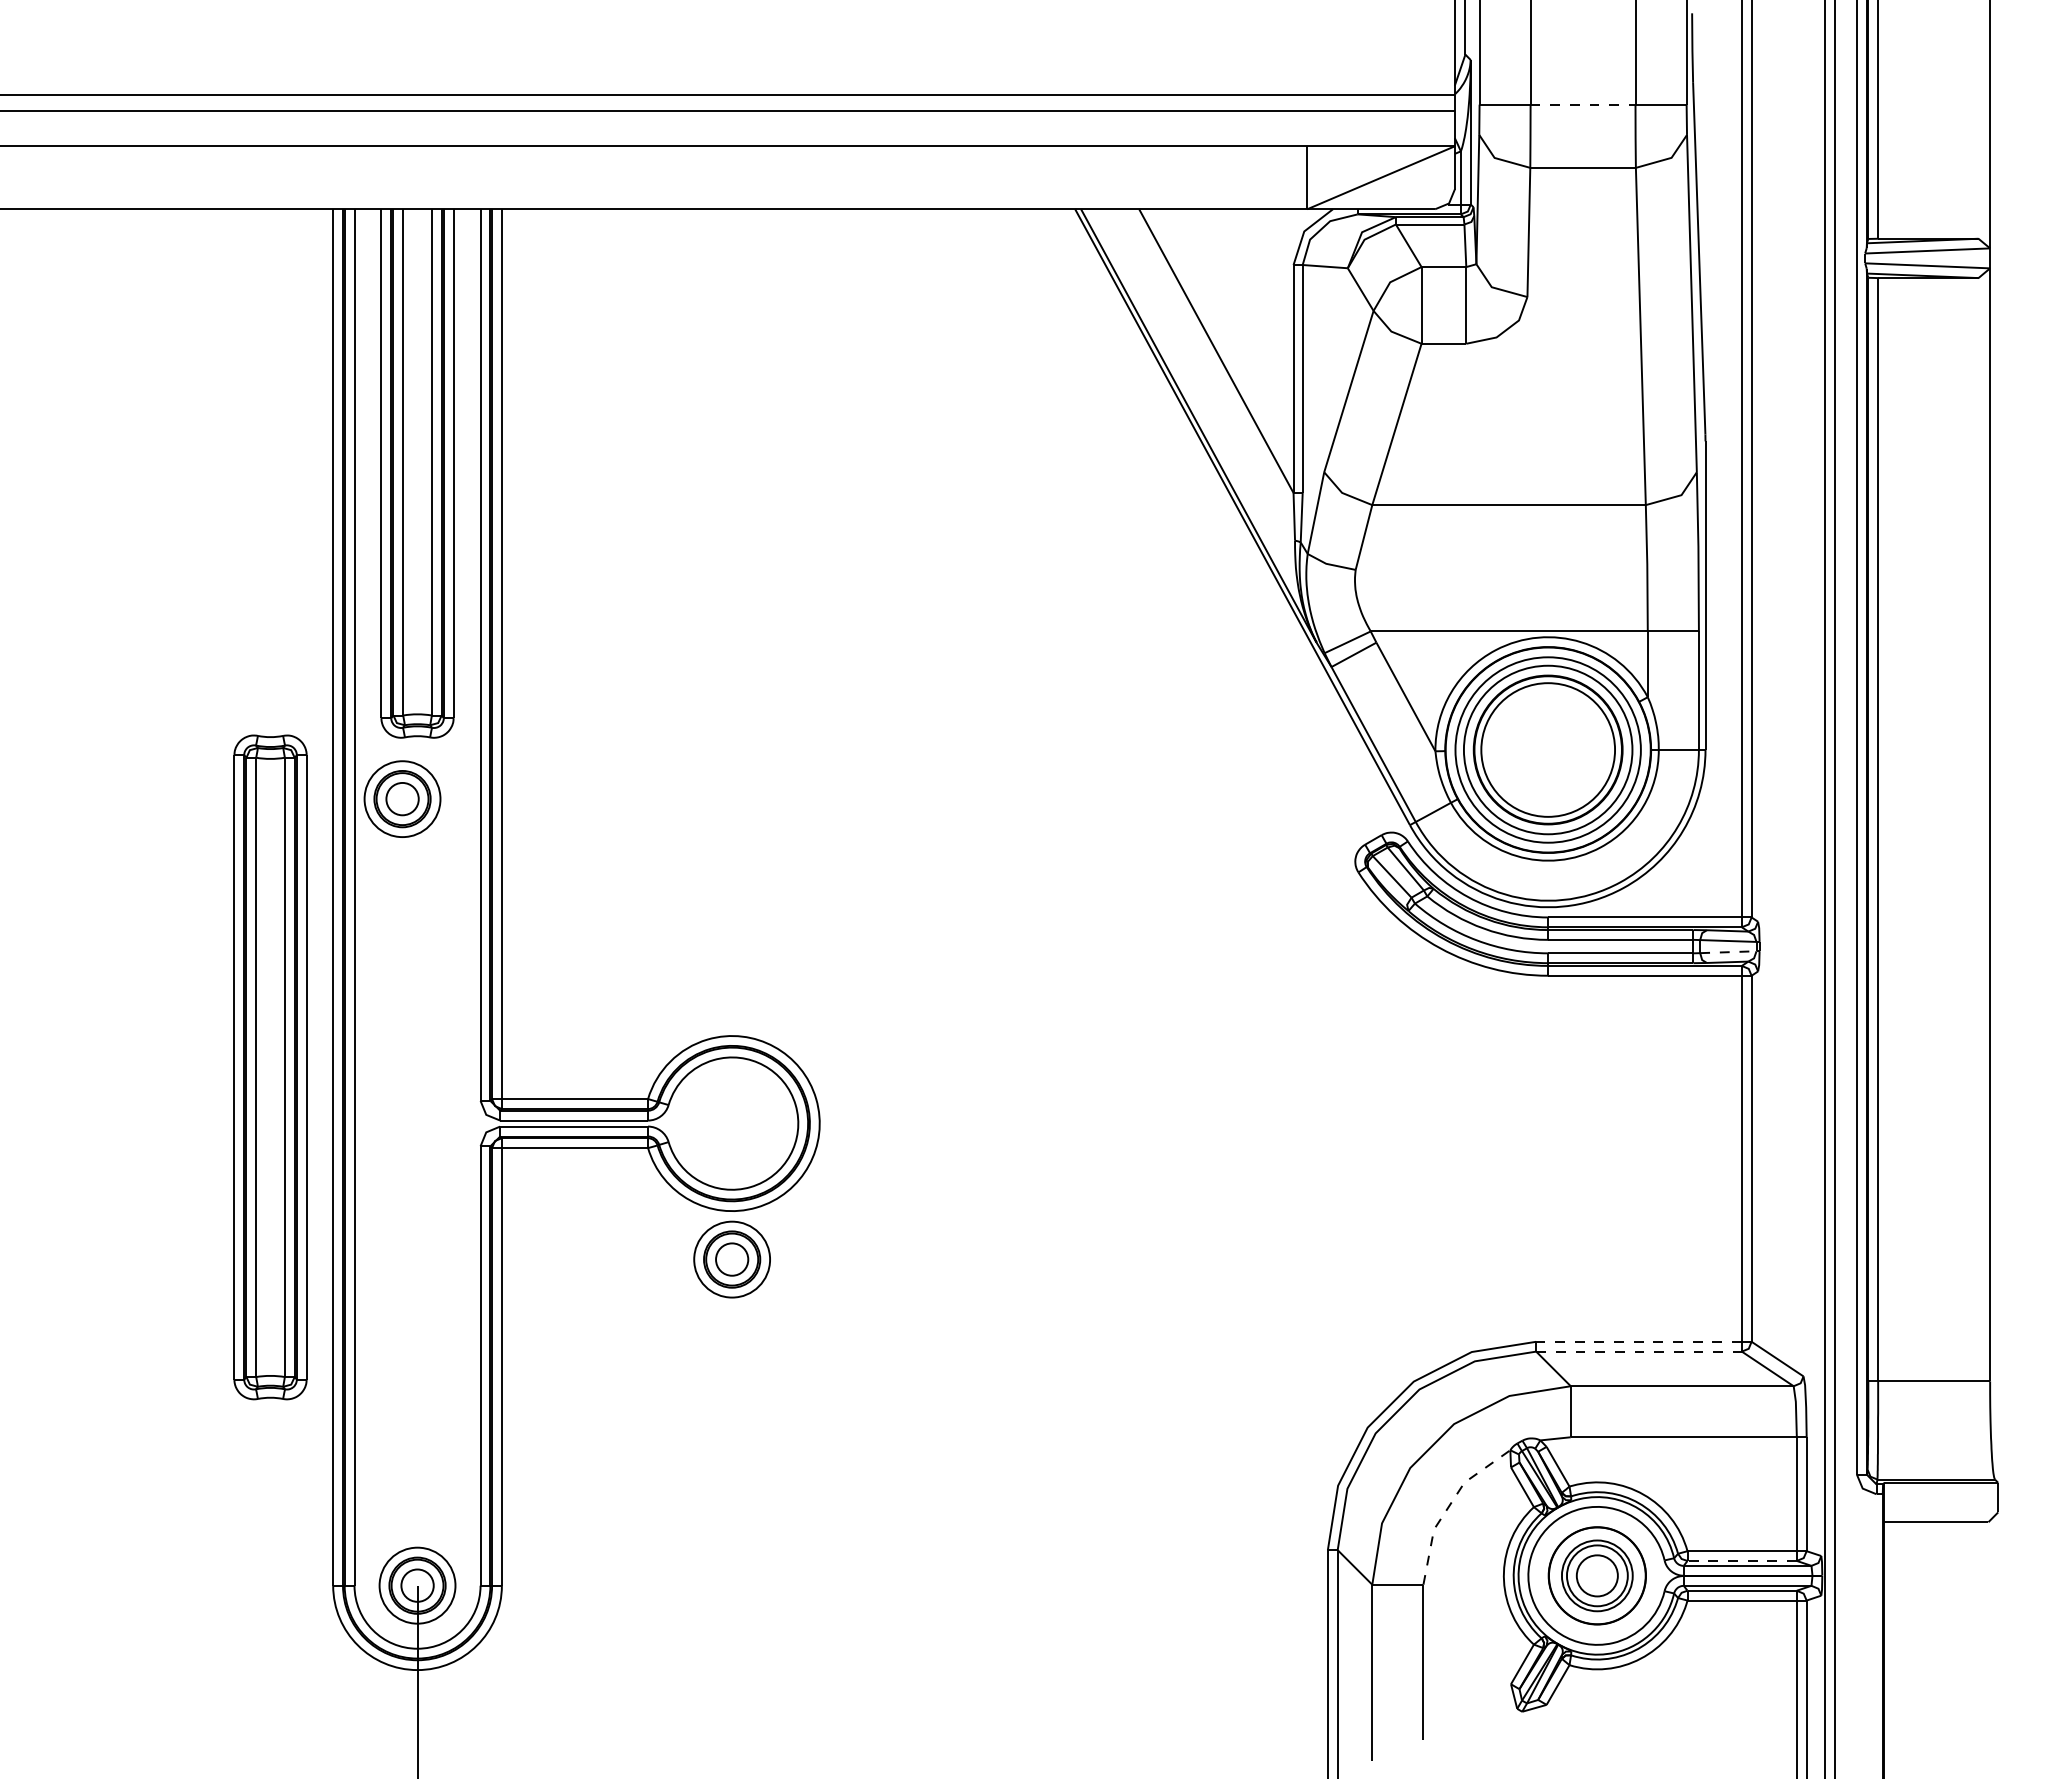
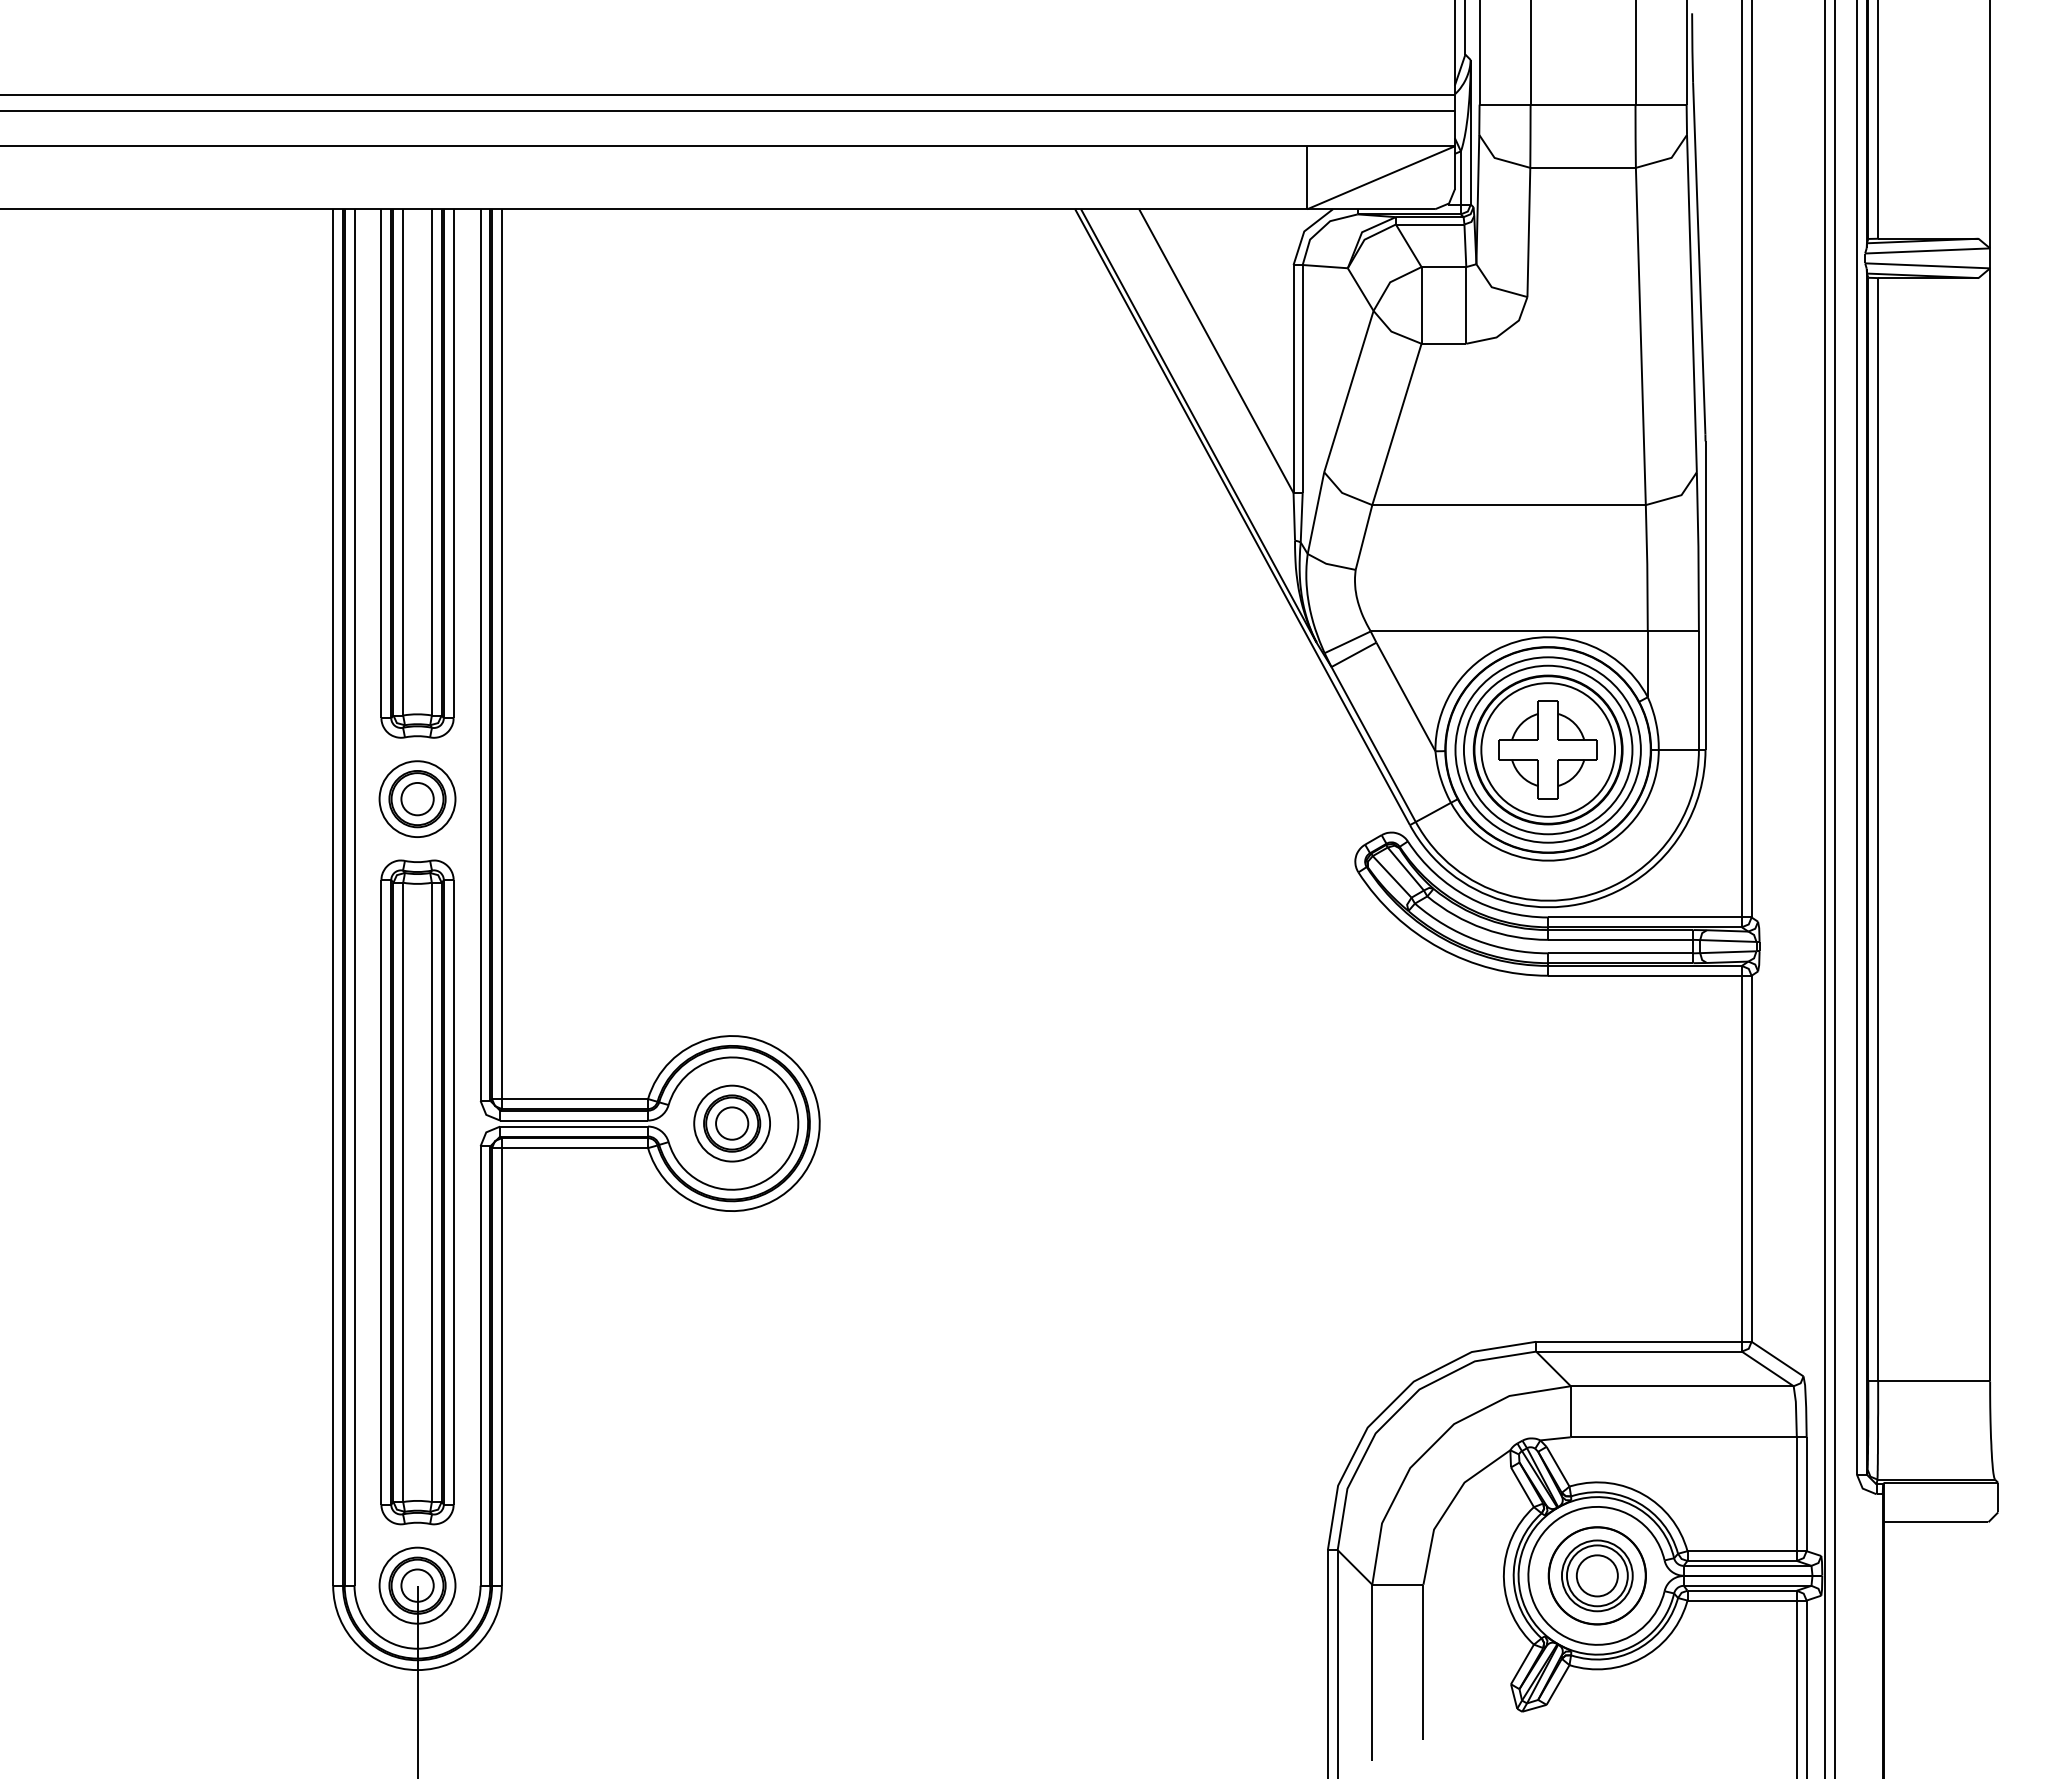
line at (1583, 104): dashed -> solid
part at (1547, 749): none -> present
part at (402, 798) position: (402, 798) -> (417, 798)
line at (1728, 952): dashed -> solid
part at (270, 1067) position: (270, 1067) -> (417, 1192)
part at (731, 1259) position: (731, 1259) -> (731, 1123)
line at (1639, 1341): dashed -> solid
line at (1639, 1351): dashed -> solid
line at (1449, 1505): dashed -> solid
line at (1742, 1560): dashed -> solid
